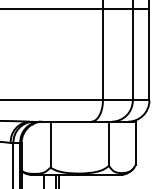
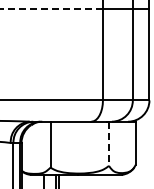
line at (51, 9): solid -> dashed
line at (108, 144): solid -> dashed
